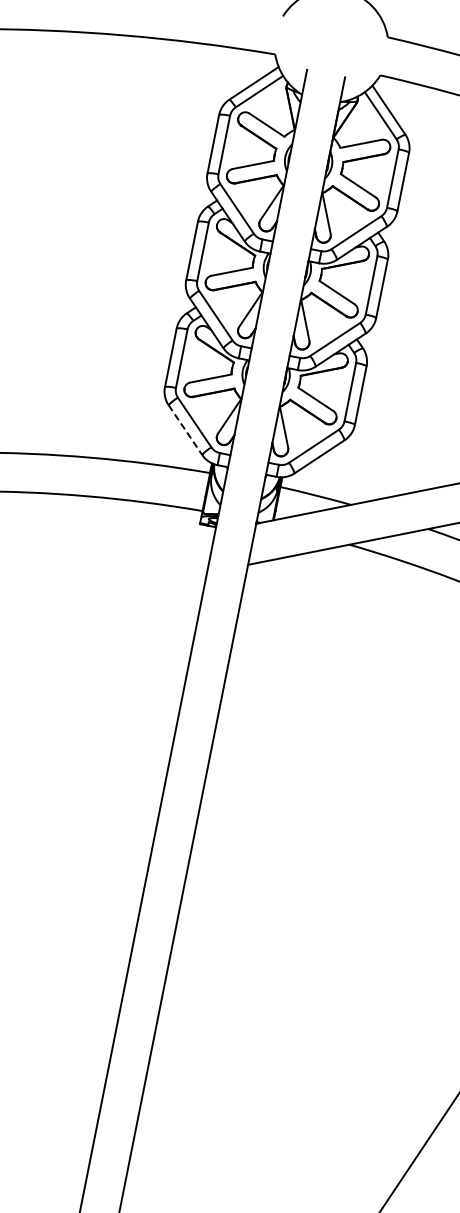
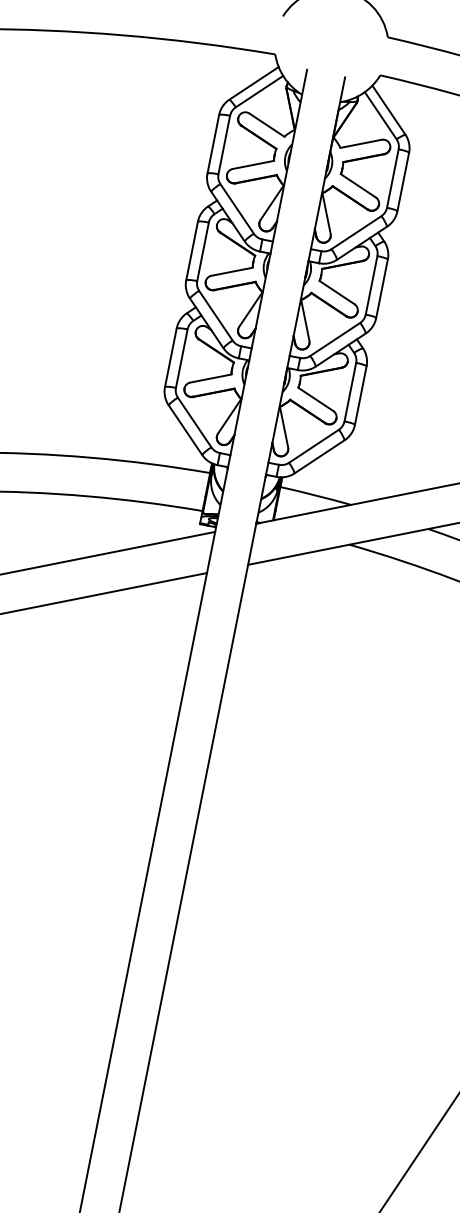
line at (185, 430): dashed -> solid
line at (108, 552): none -> present
line at (104, 593): none -> present
